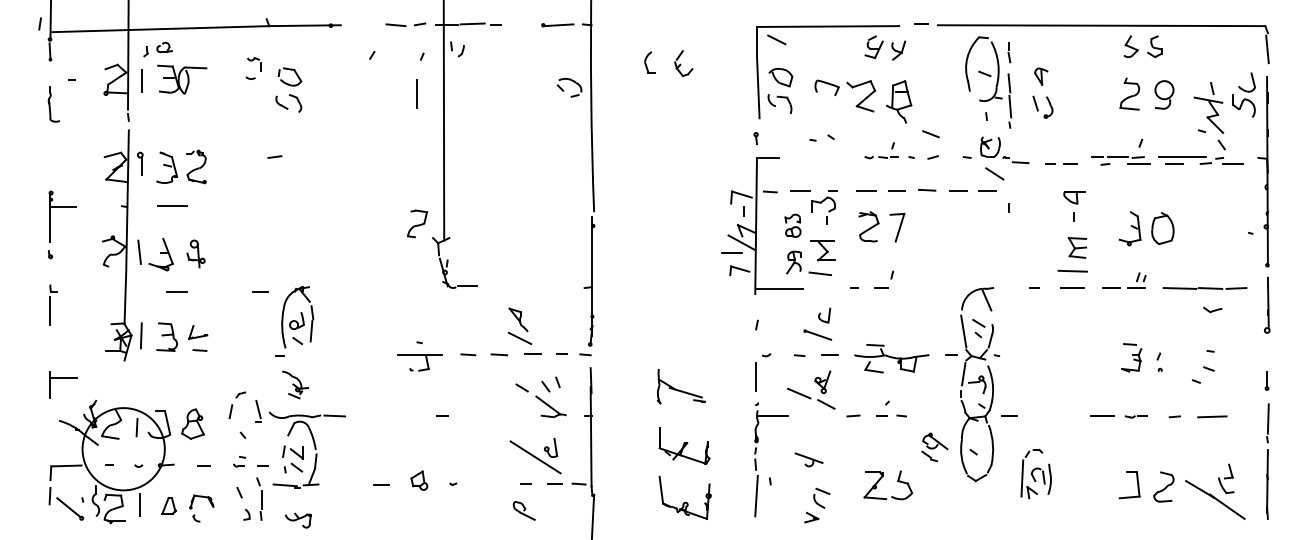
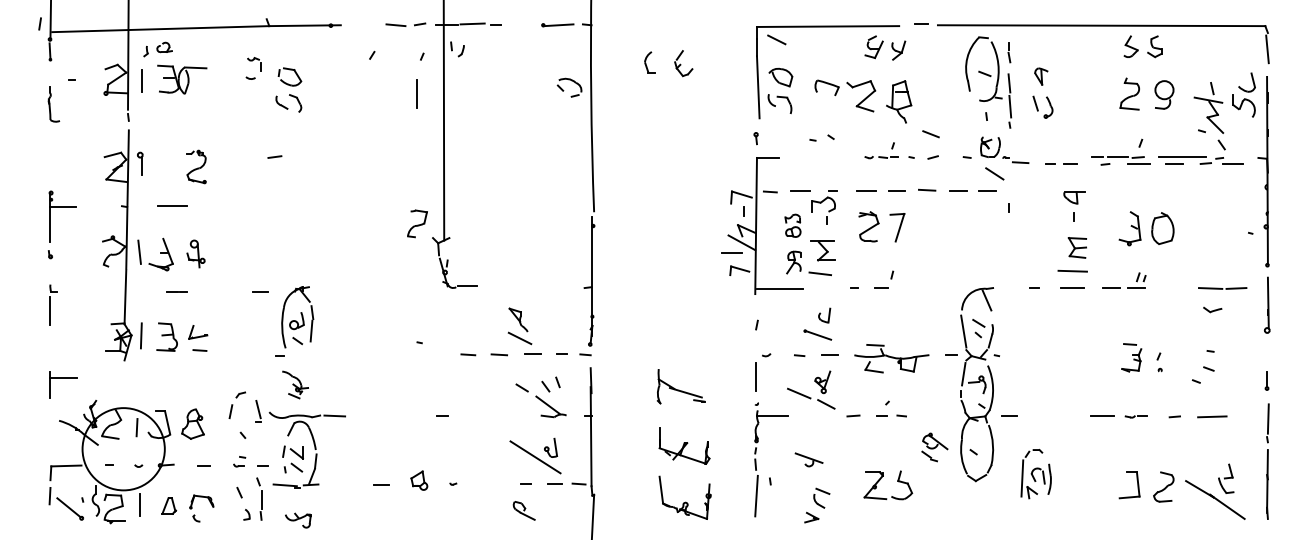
part at (167, 167): present -> none
line at (1179, 288): present -> none
part at (425, 359): present -> none
